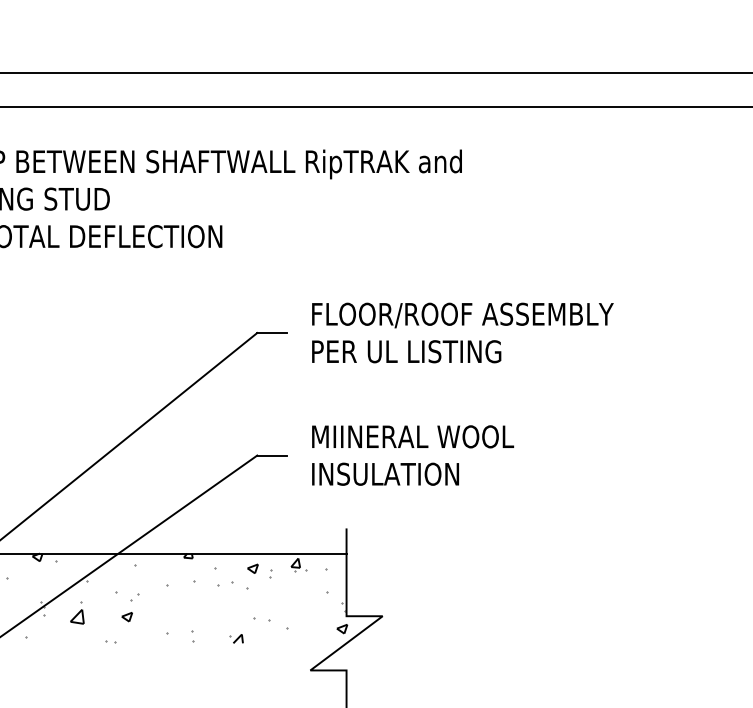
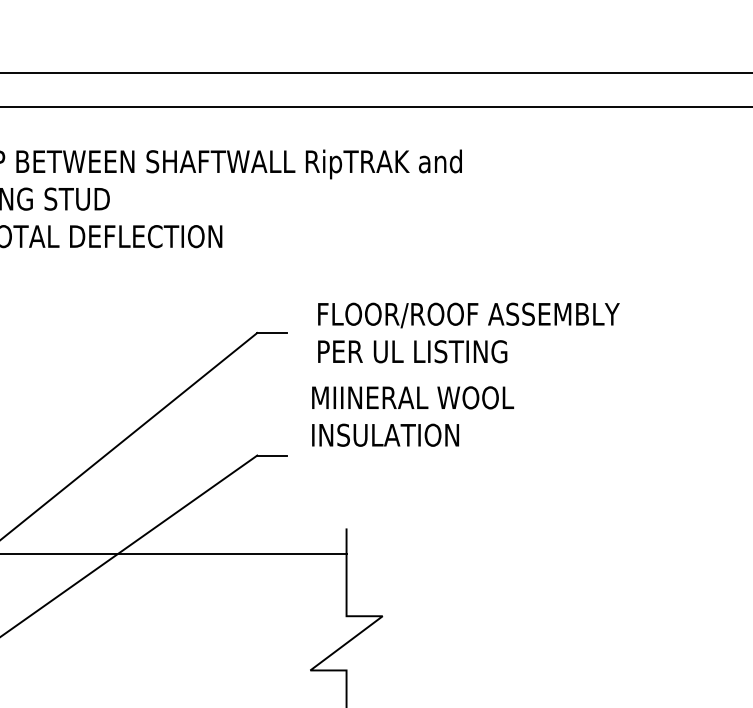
text at (462, 332) position: (462, 332) -> (468, 332)
text at (413, 455) position: (413, 455) -> (413, 416)
hatch at (177, 598): present -> none
